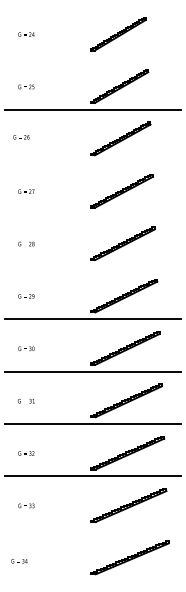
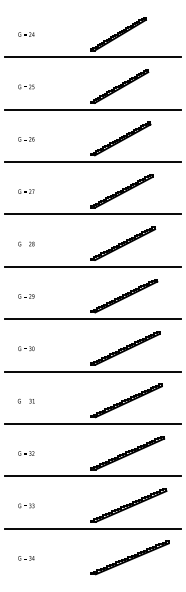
line at (92, 57): none -> present
text at (21, 137) position: (21, 137) -> (26, 139)
line at (92, 162): none -> present
line at (92, 214): none -> present
line at (92, 266): none -> present
line at (92, 528): none -> present
text at (19, 561) position: (19, 561) -> (26, 558)
